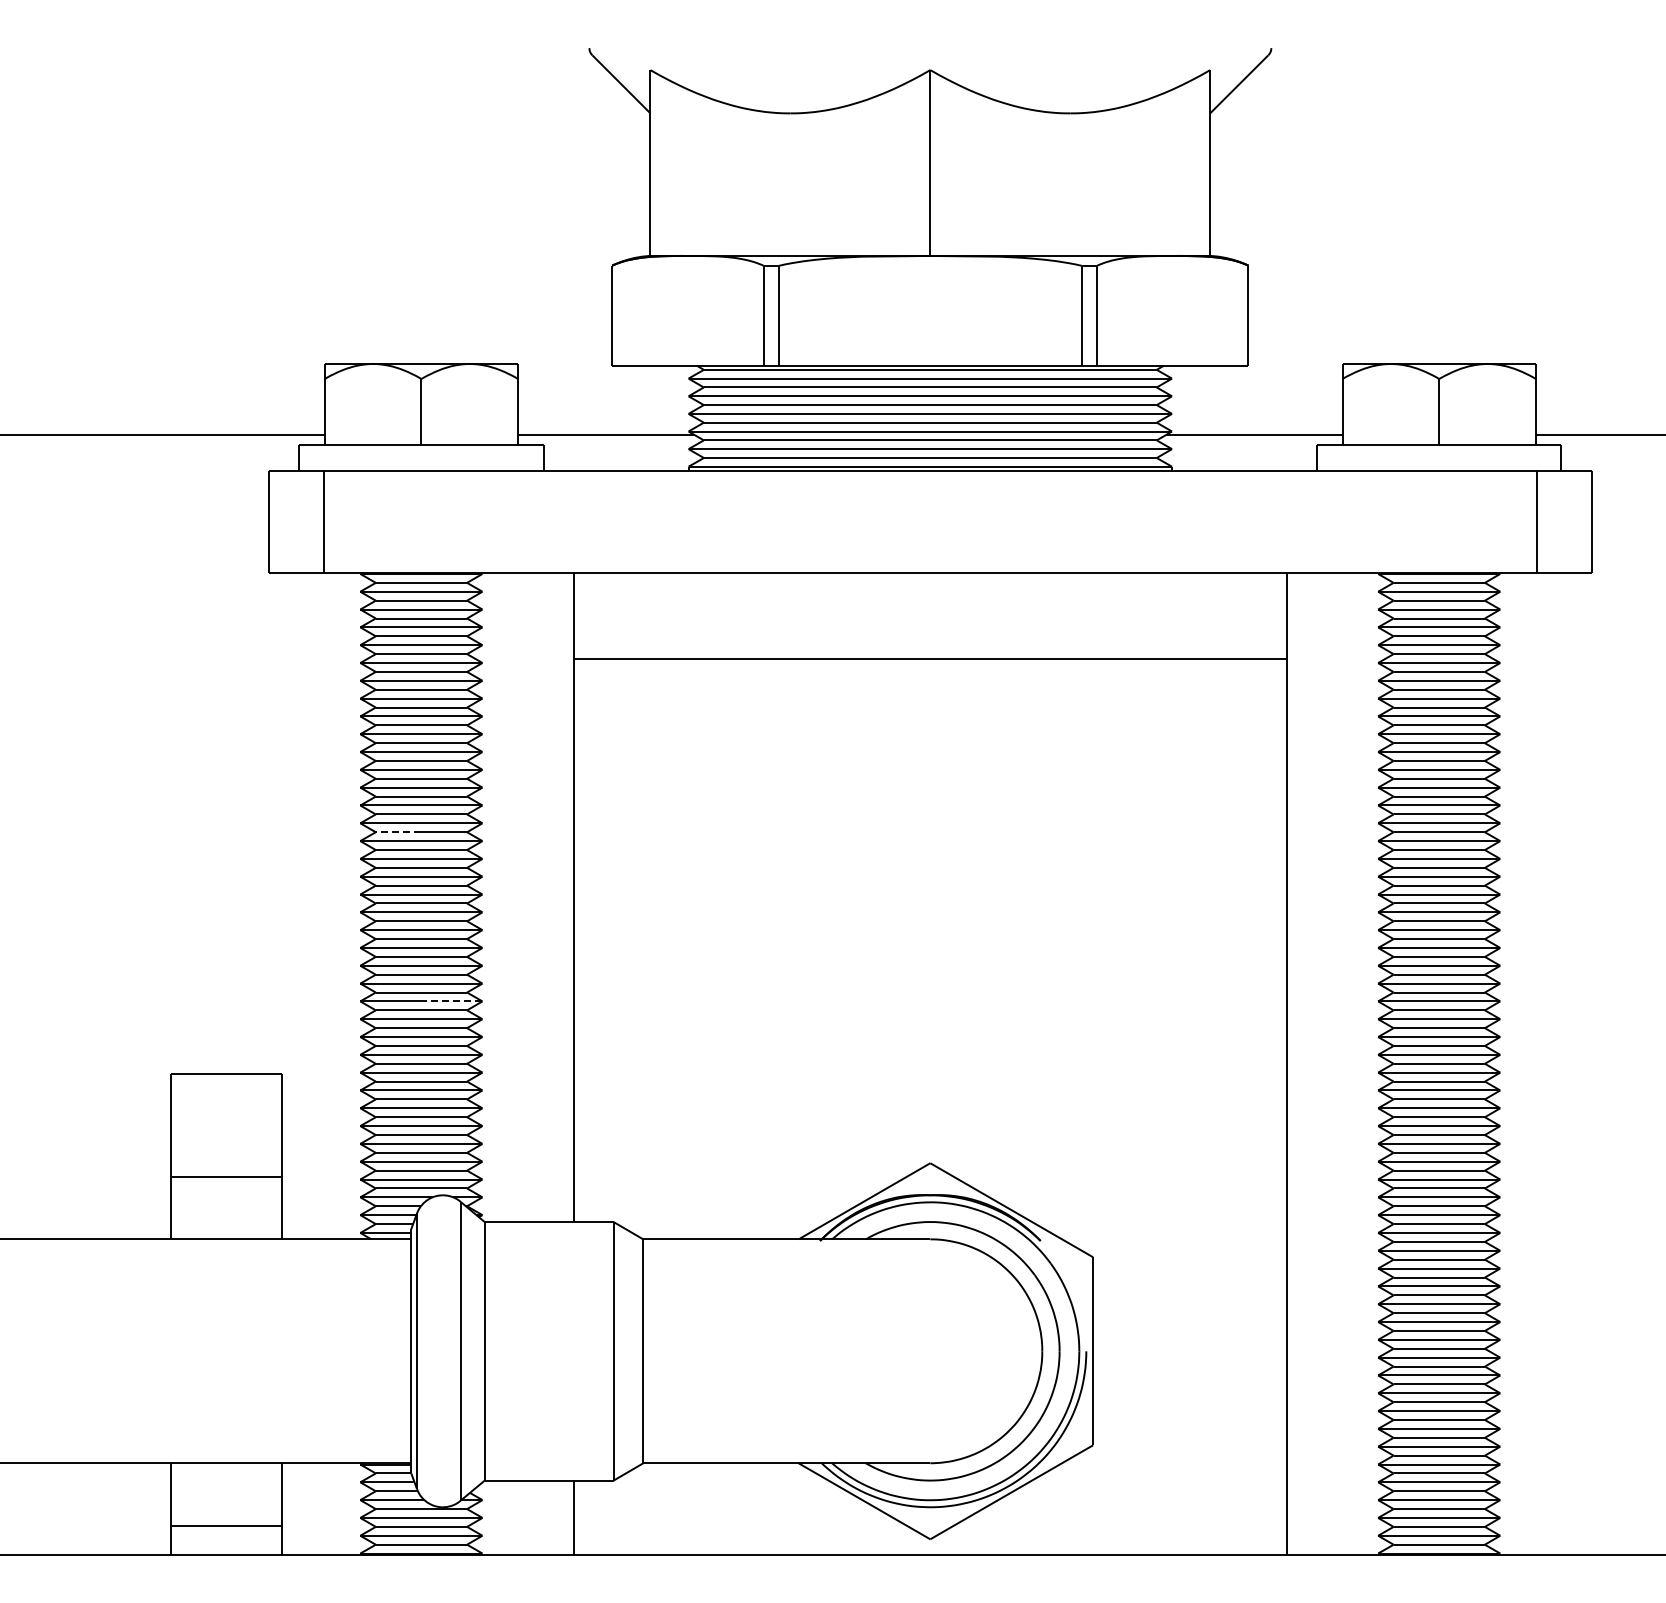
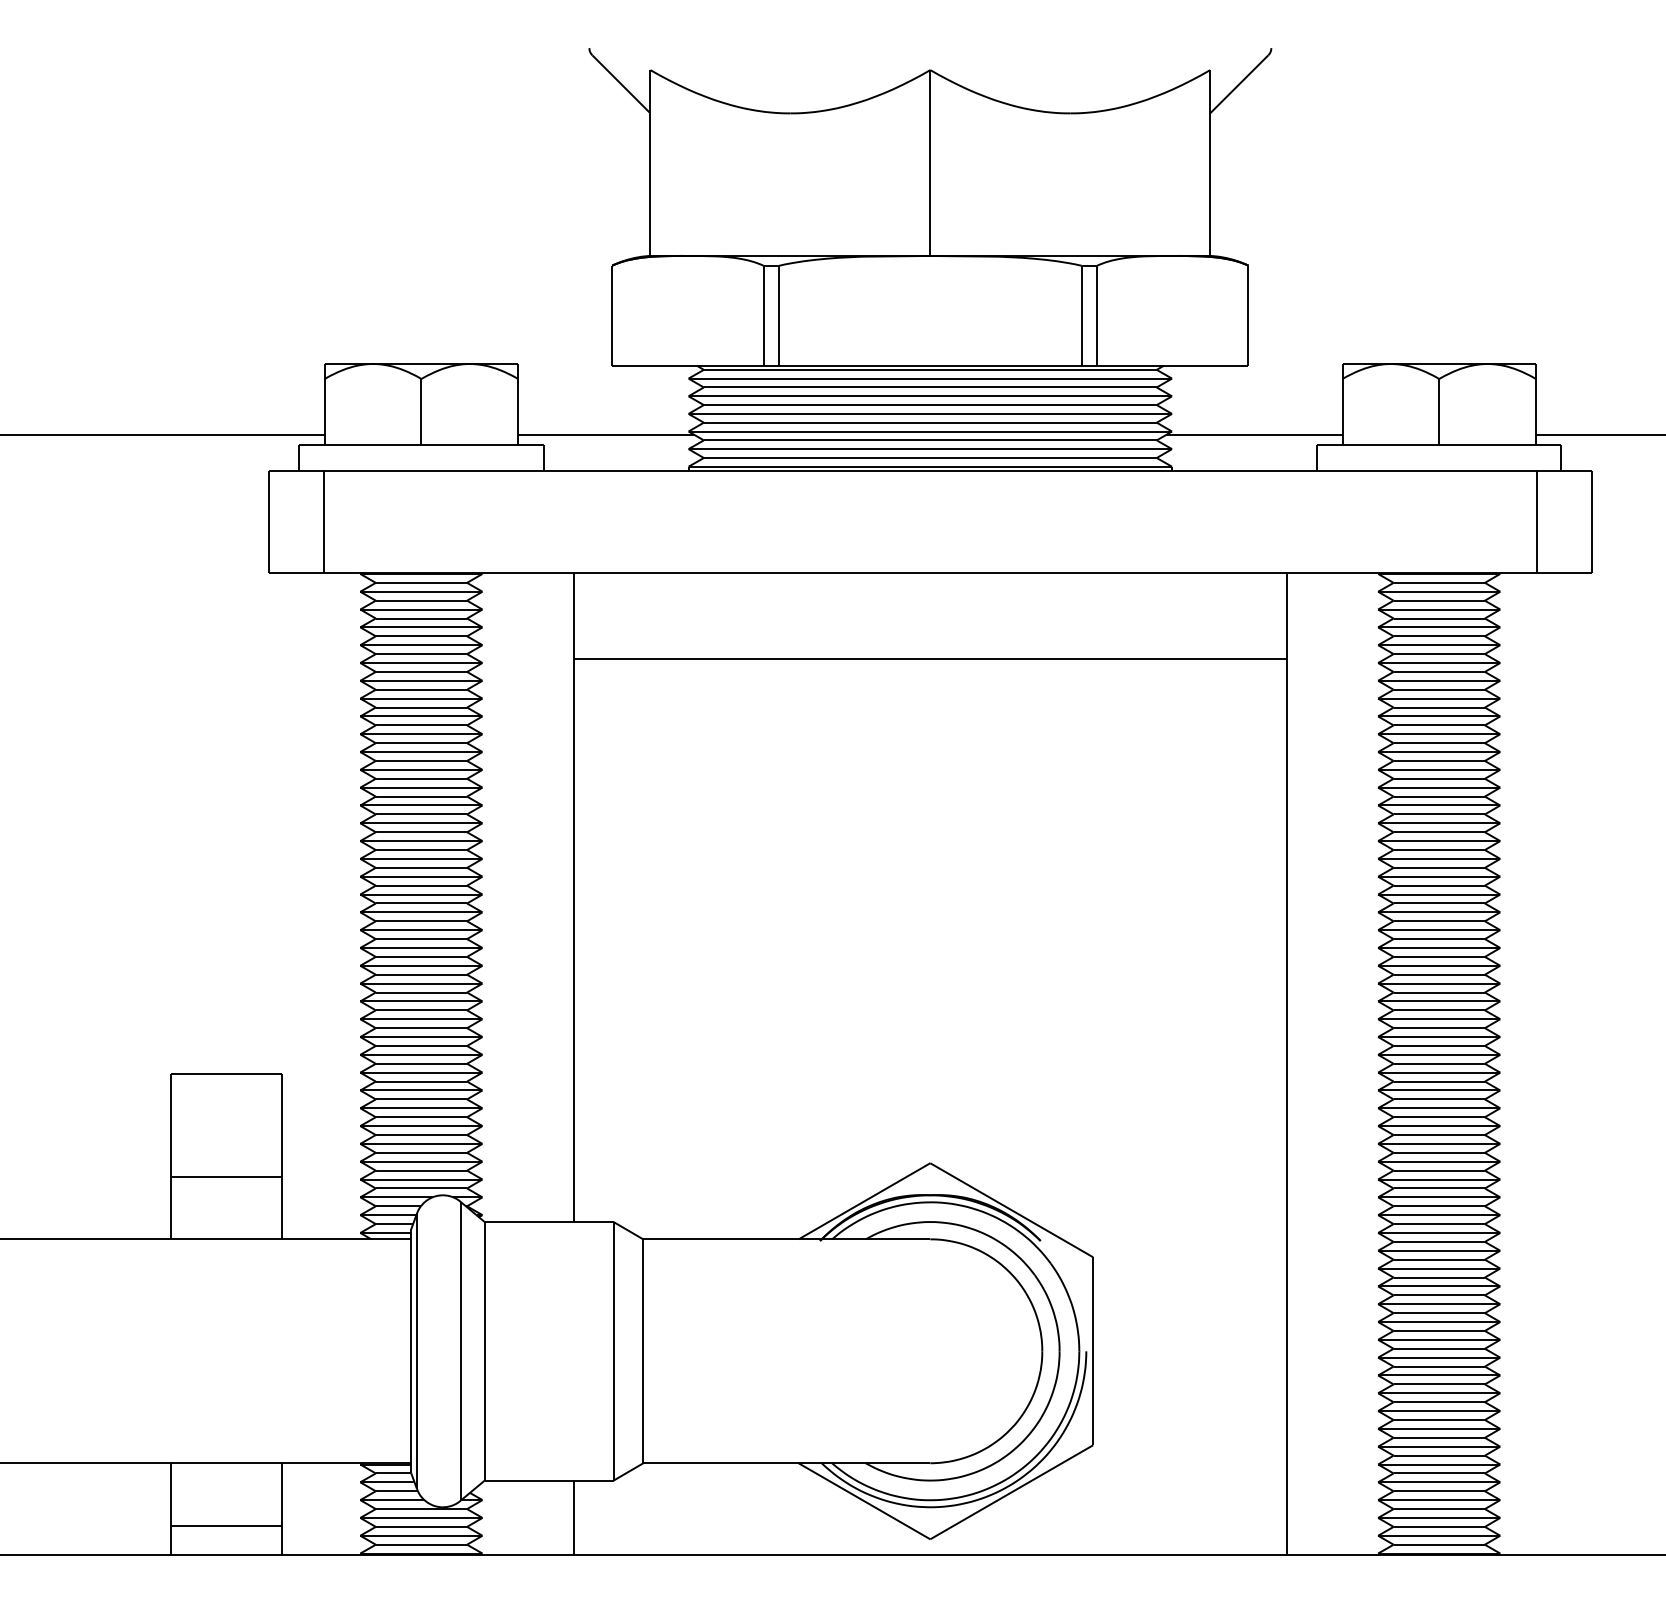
line at (398, 832): dashed -> solid
line at (451, 1001): dashed -> solid
